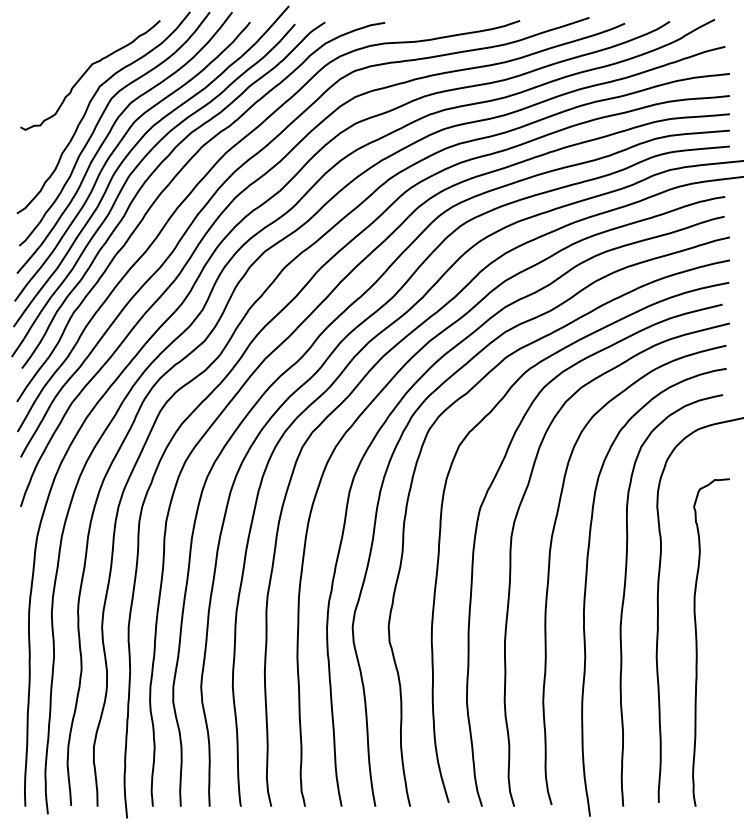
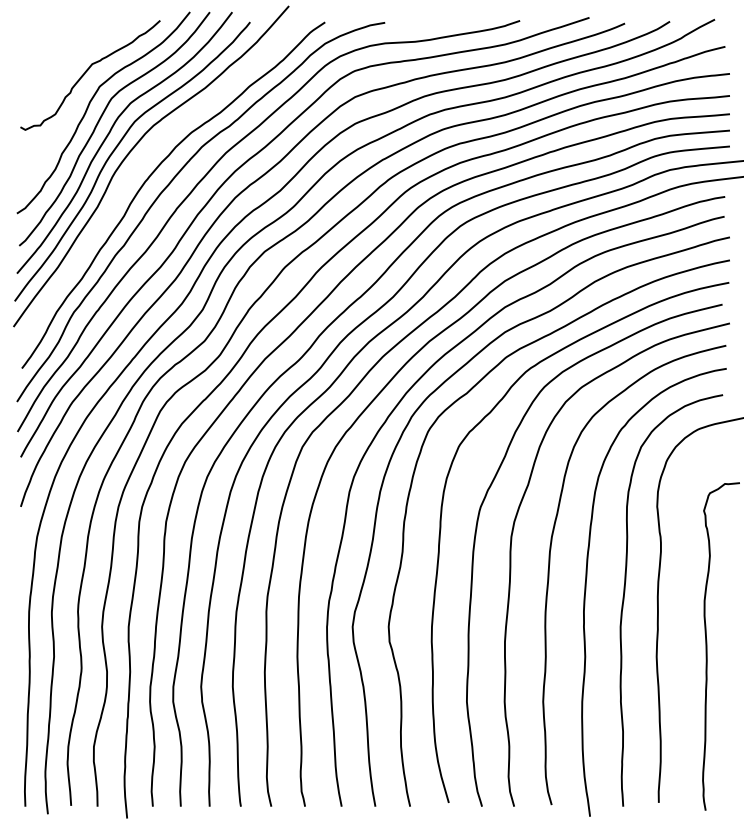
curve at (134, 171): present -> none
curve at (697, 642) position: (697, 642) -> (707, 646)
